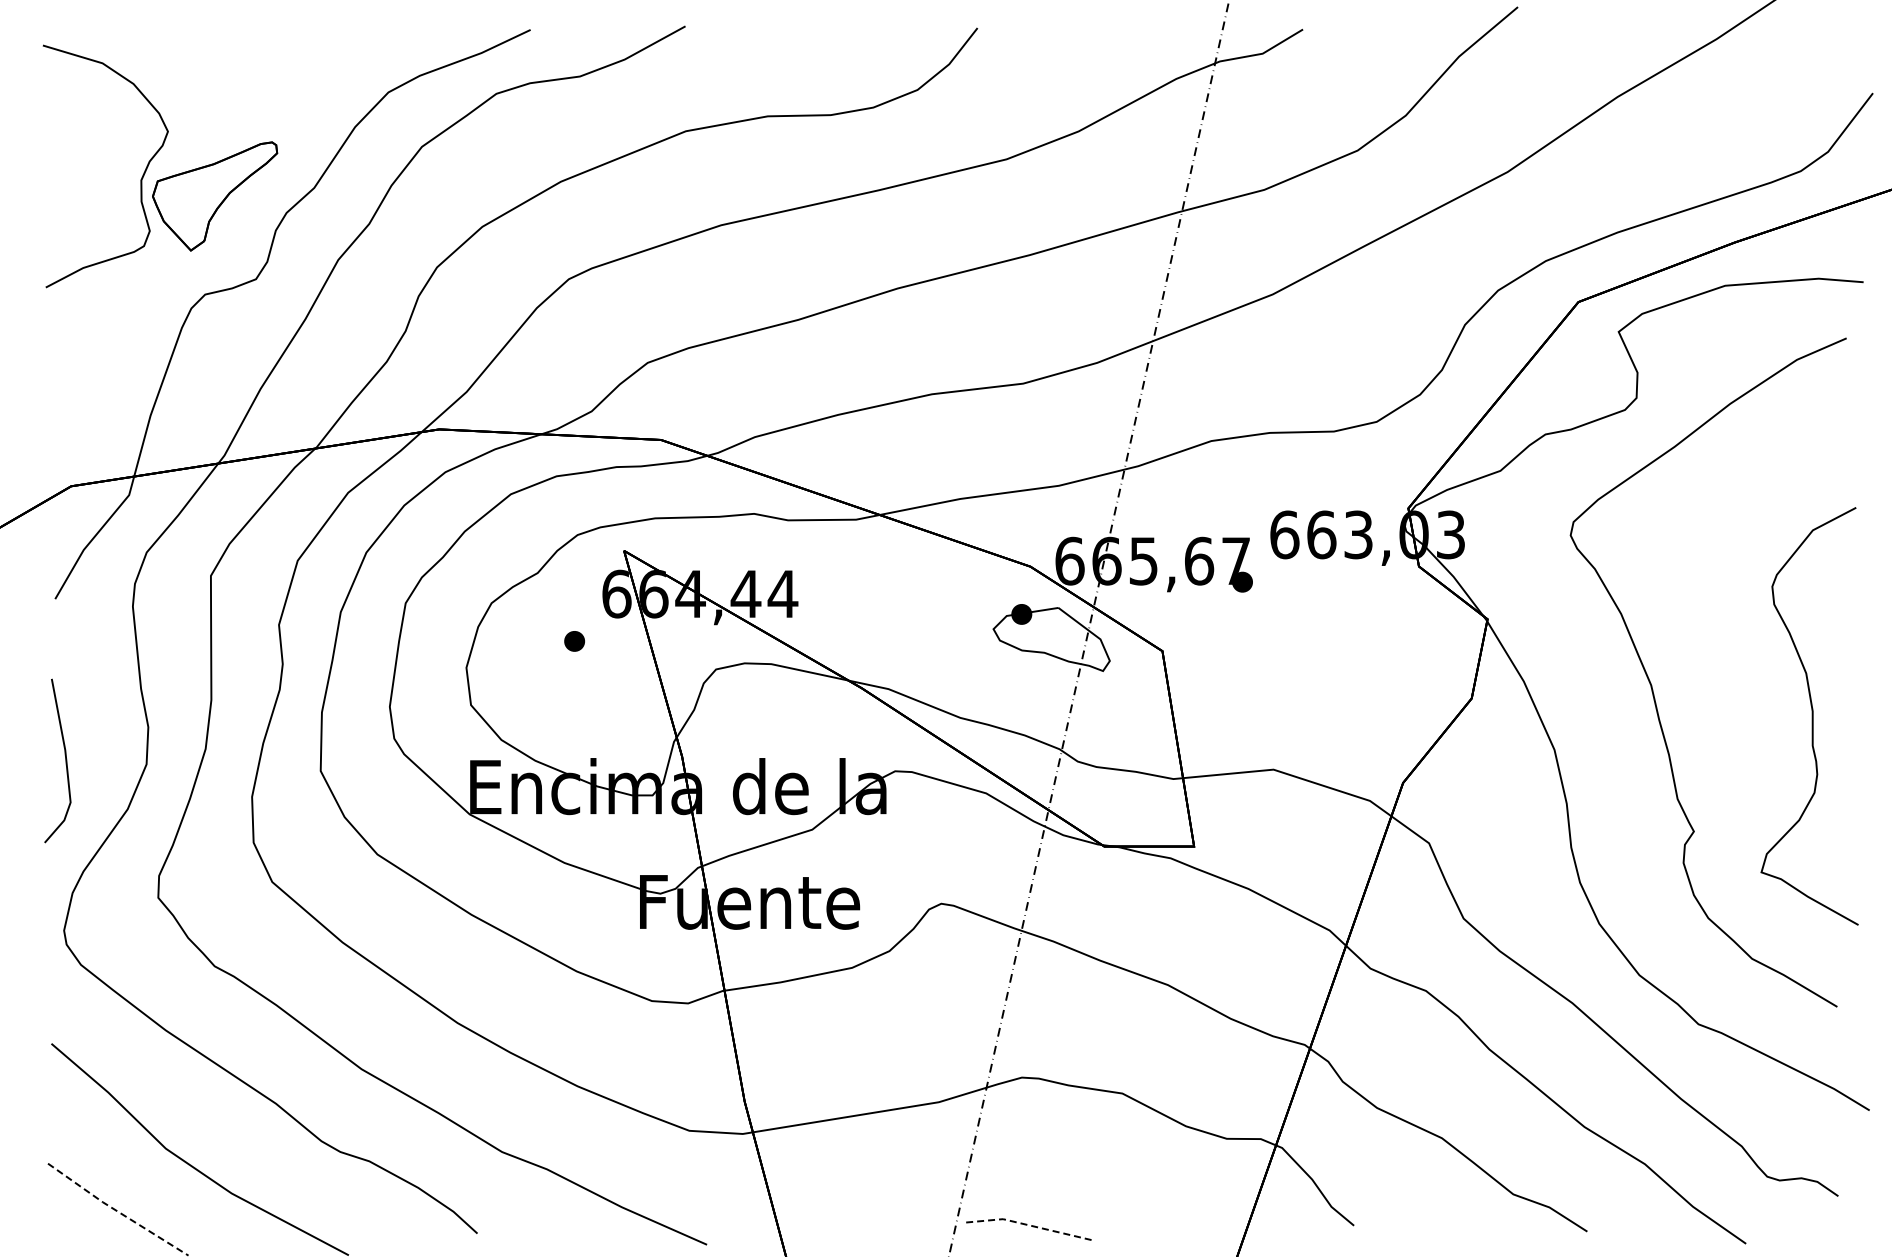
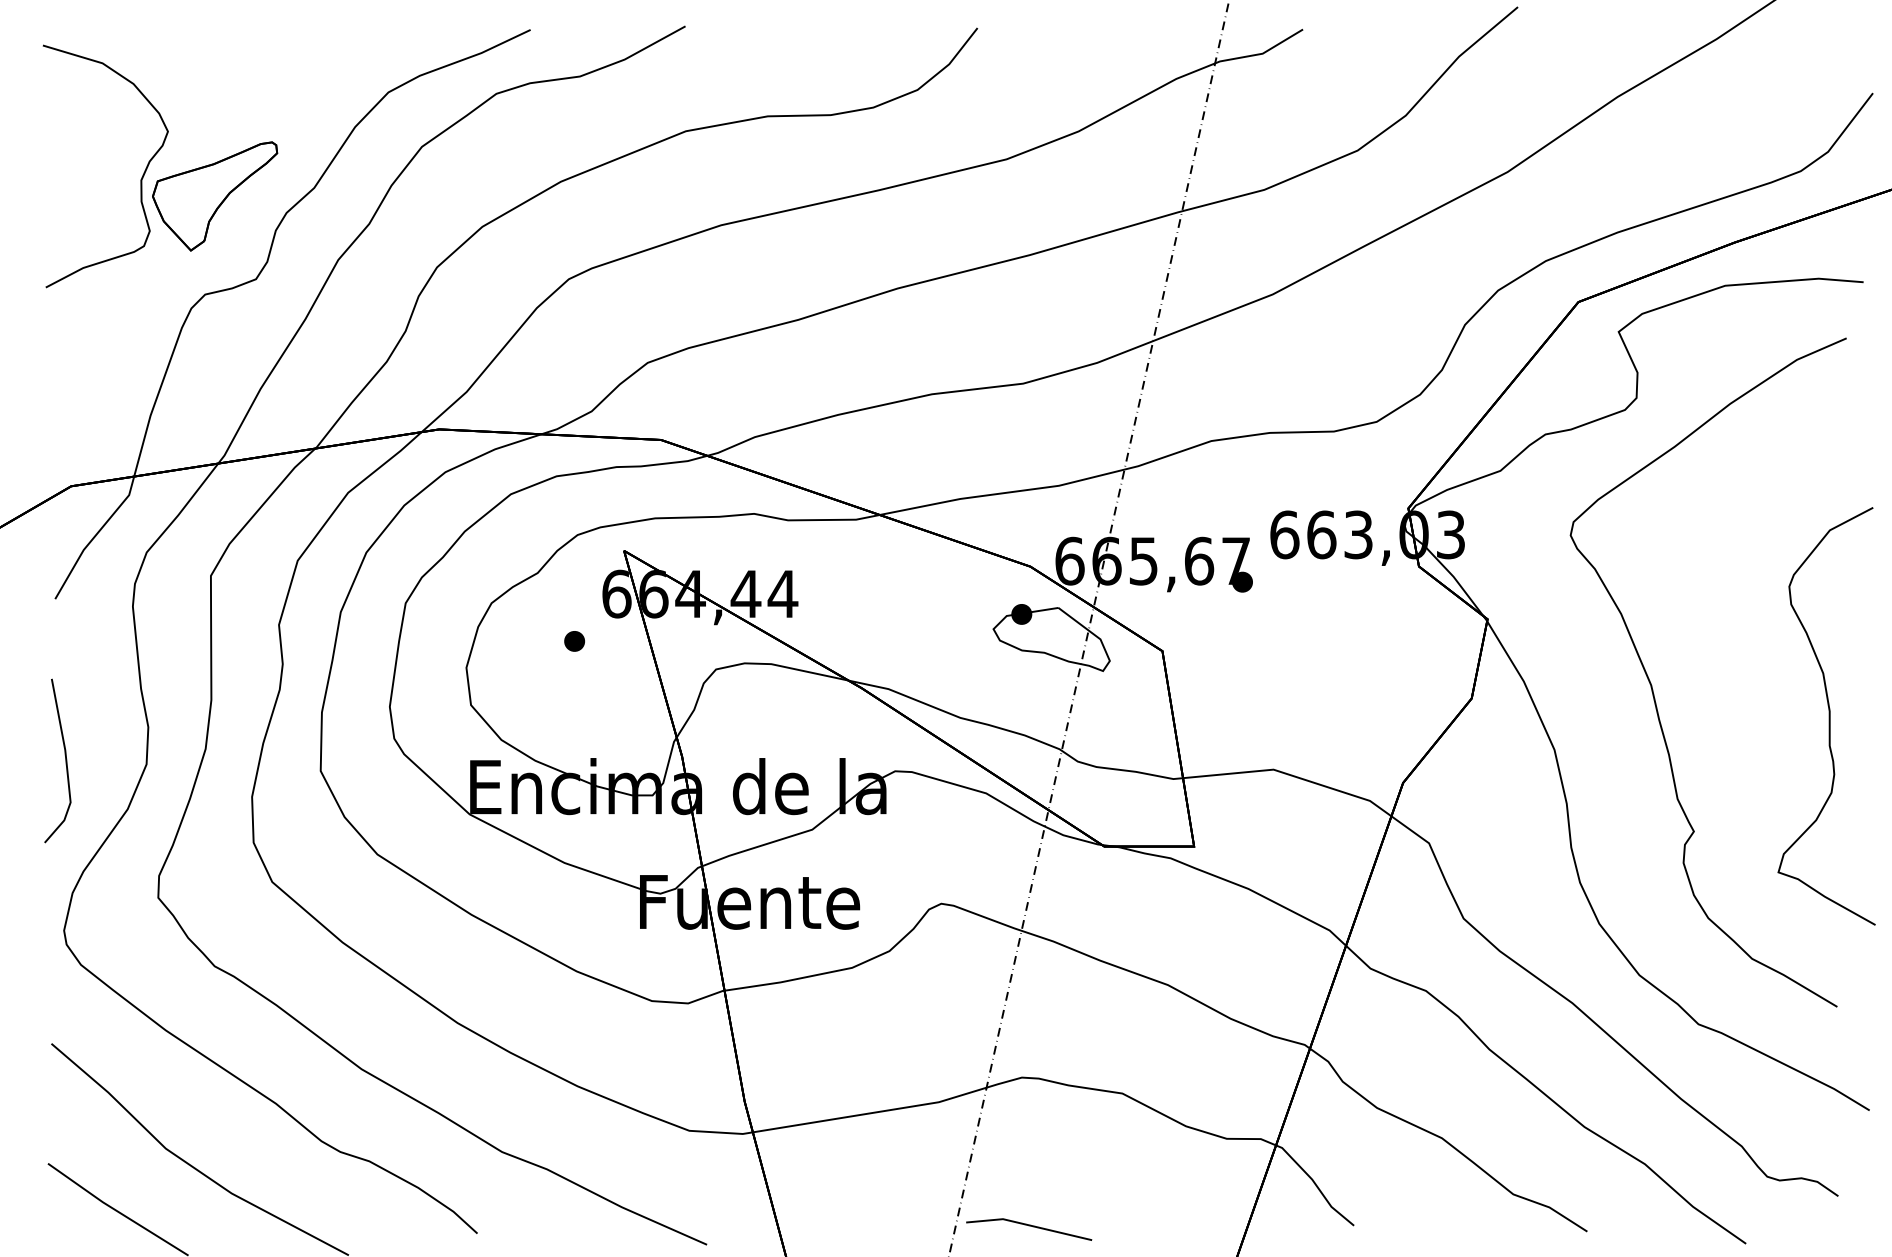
curve at (1811, 716) position: (1811, 716) -> (1828, 716)
line at (116, 1210): dashed -> solid
line at (1029, 1225): dashed -> solid
